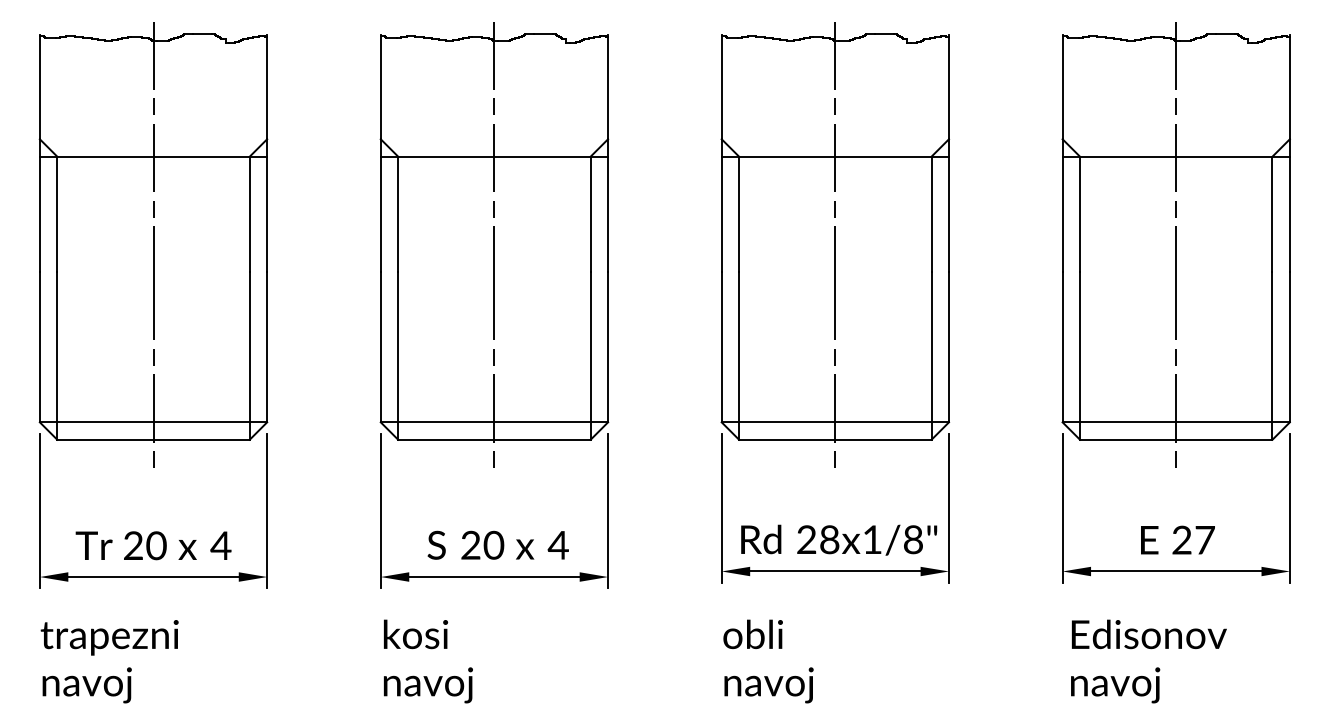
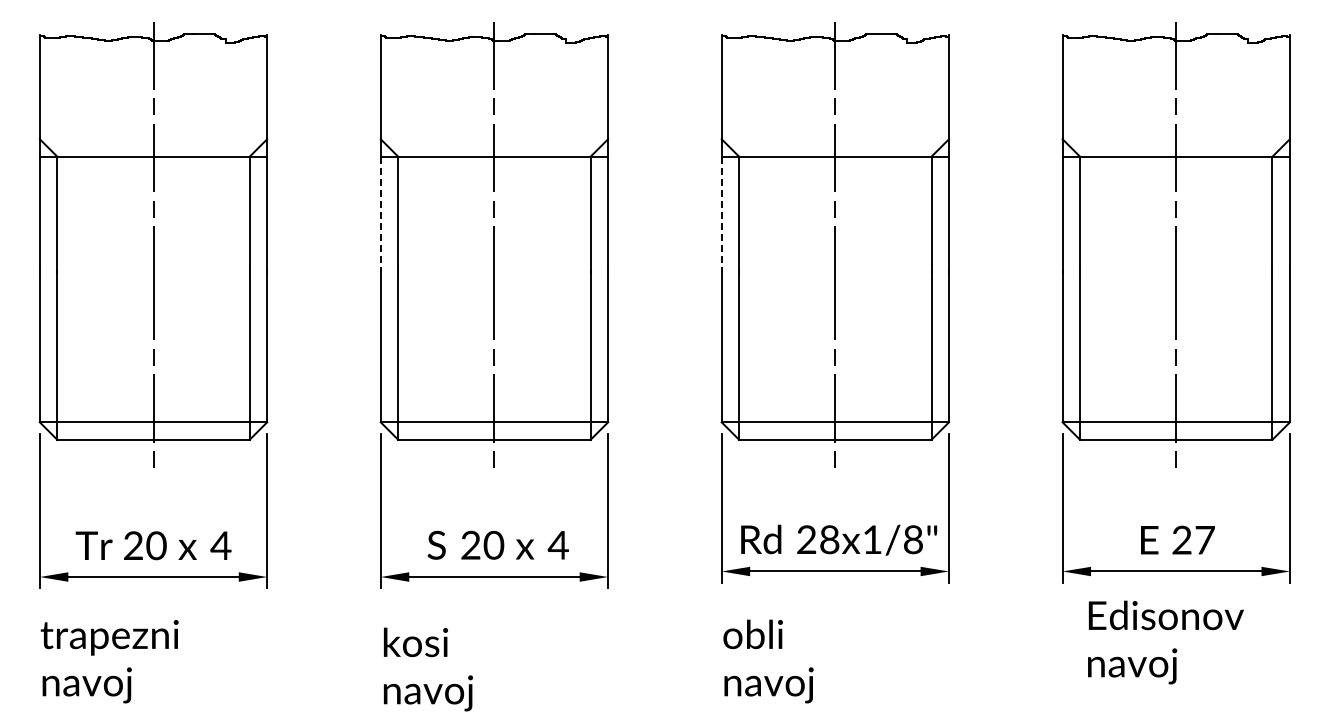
line at (380, 214): solid -> dashed
line at (721, 214): solid -> dashed
text at (428, 661) position: (428, 661) -> (428, 669)
text at (1148, 661) position: (1148, 661) -> (1165, 642)
